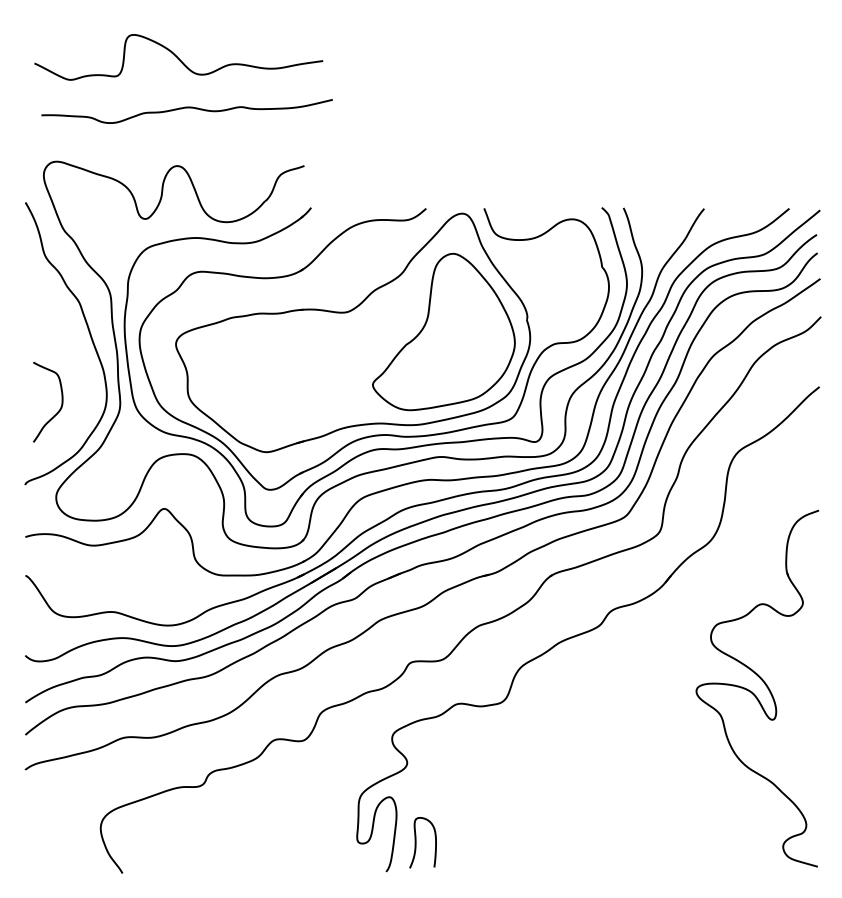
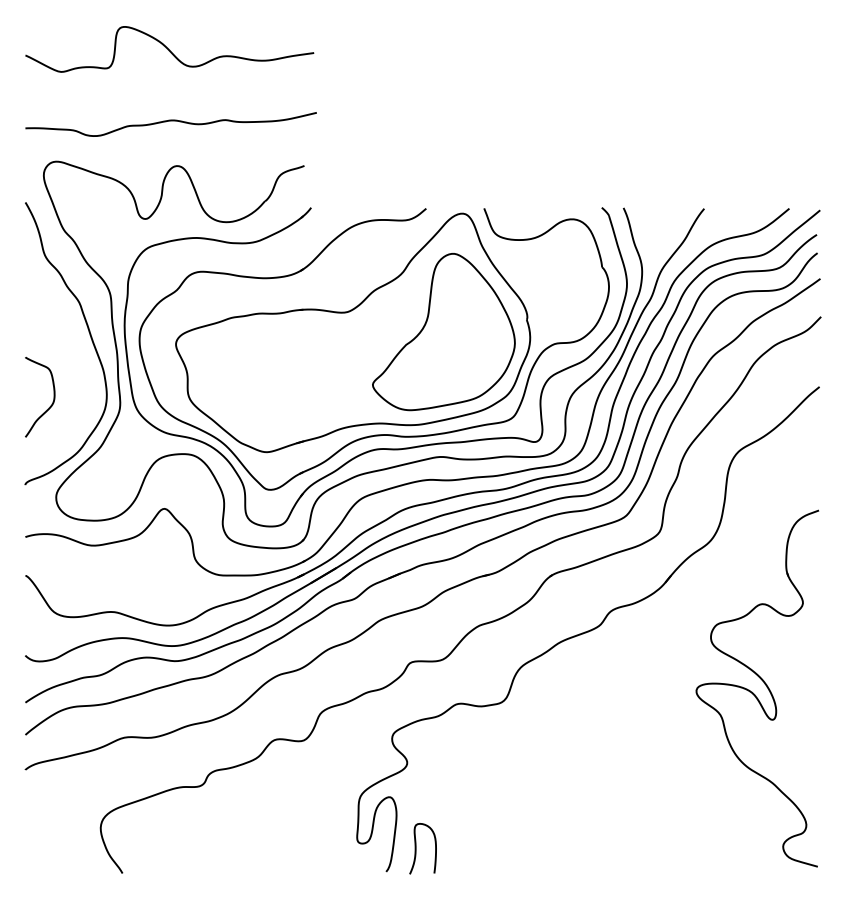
curve at (178, 57) position: (178, 57) -> (169, 49)
curve at (186, 108) position: (186, 108) -> (170, 121)
curve at (61, 401) position: (61, 401) -> (53, 396)
curve at (416, 842) position: (416, 842) -> (416, 848)
